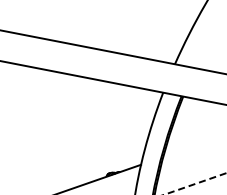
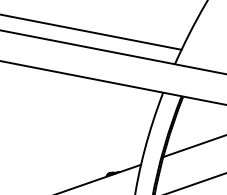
line at (91, 32): none -> present
line at (193, 146): none -> present
line at (195, 183): dashed -> solid
